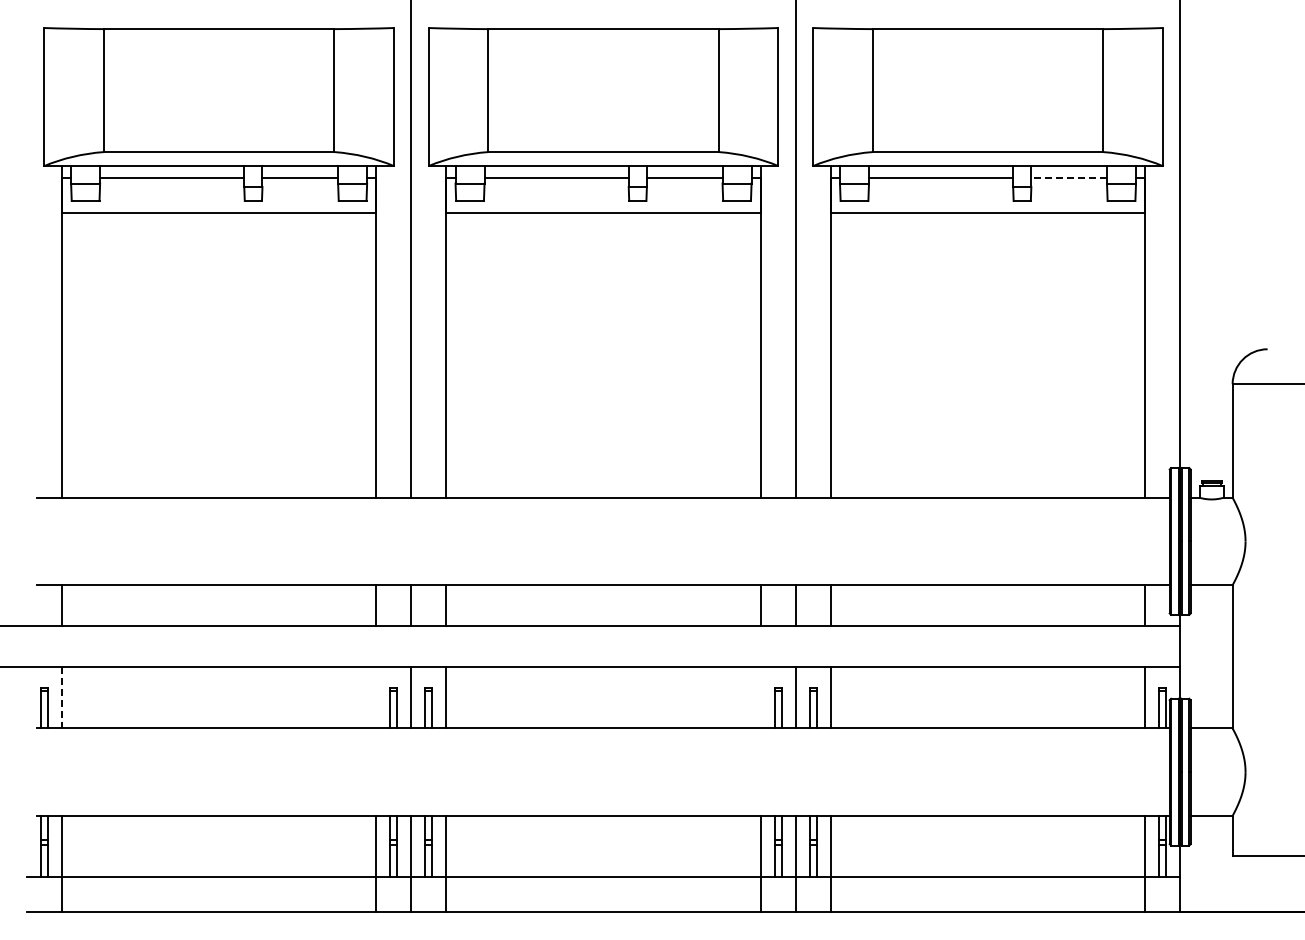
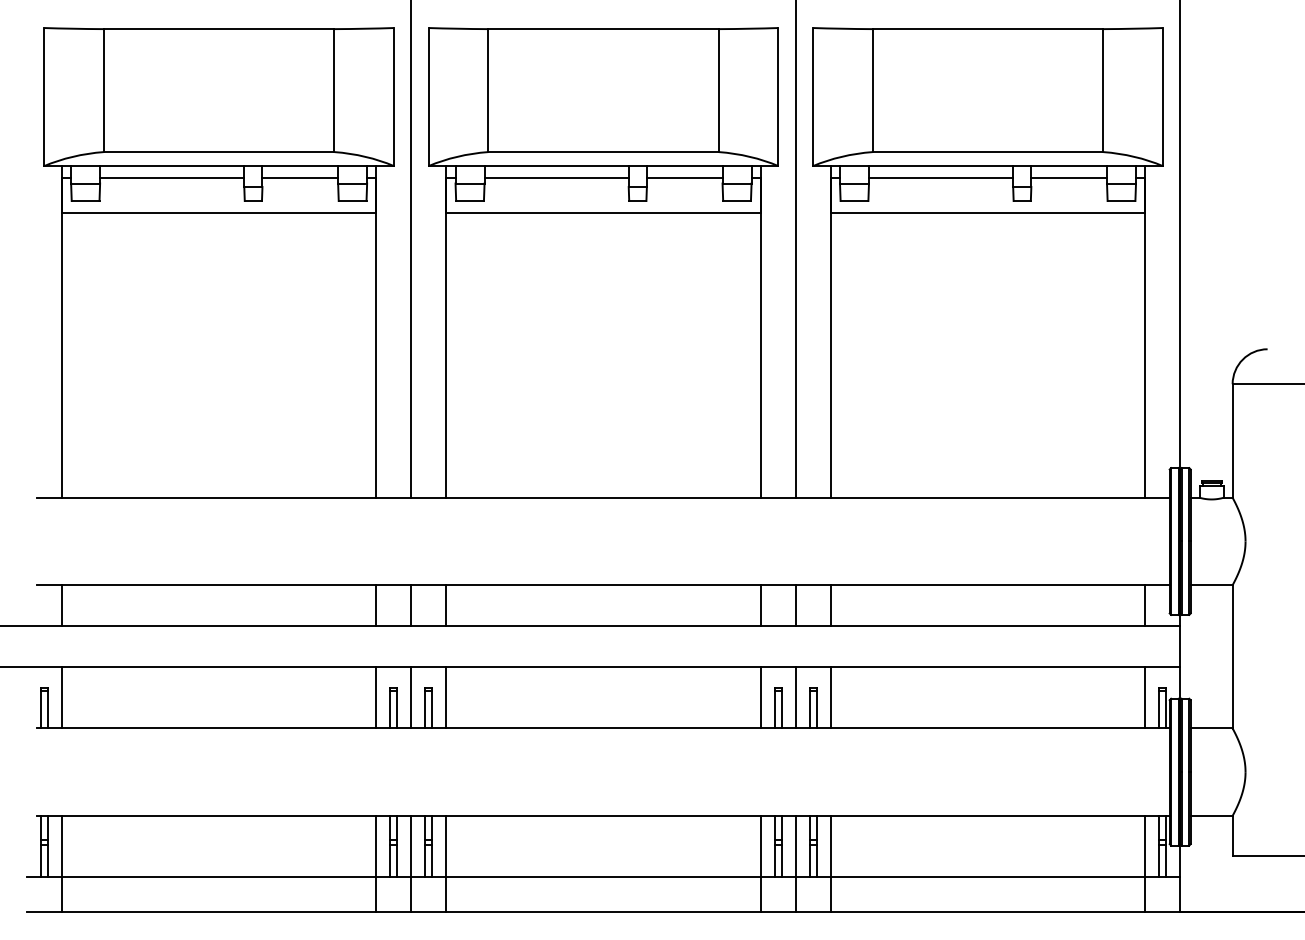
line at (1069, 178): dashed -> solid
line at (61, 697): dashed -> solid
line at (376, 697): none -> present
line at (760, 697): none -> present
